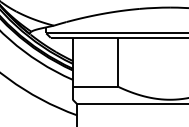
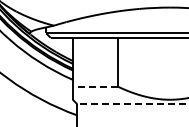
line at (94, 86): solid -> dashed
line at (132, 104): solid -> dashed
